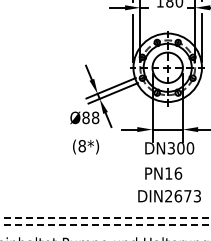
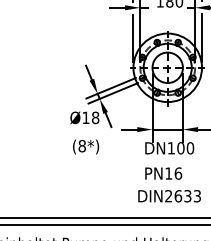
text at (85, 117): Ø88 -> Ø18
text at (170, 148): DN300 -> DN100
text at (187, 196): DIN2673 -> DIN2633
line at (105, 218): dashed -> solid
line at (105, 224): dashed -> solid
